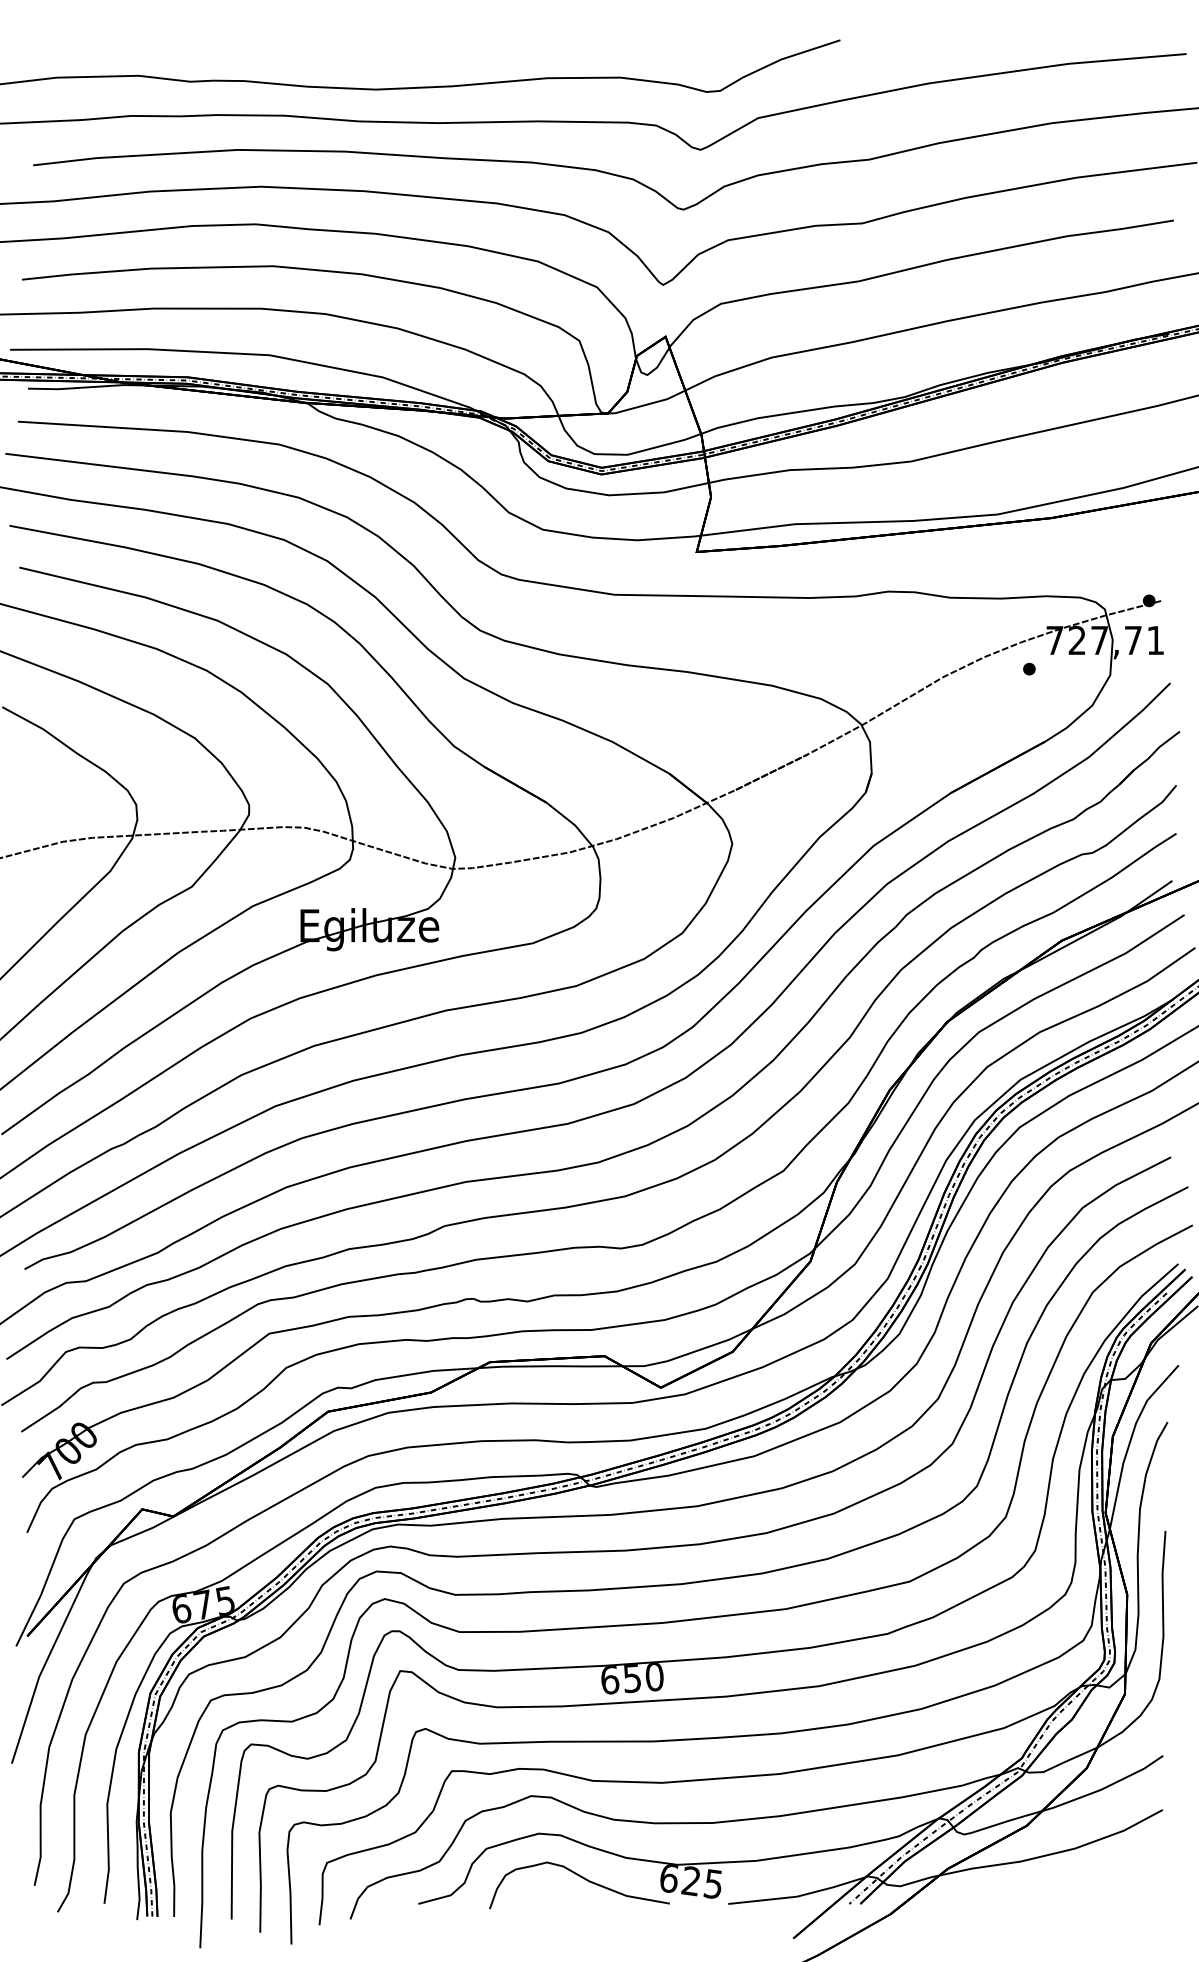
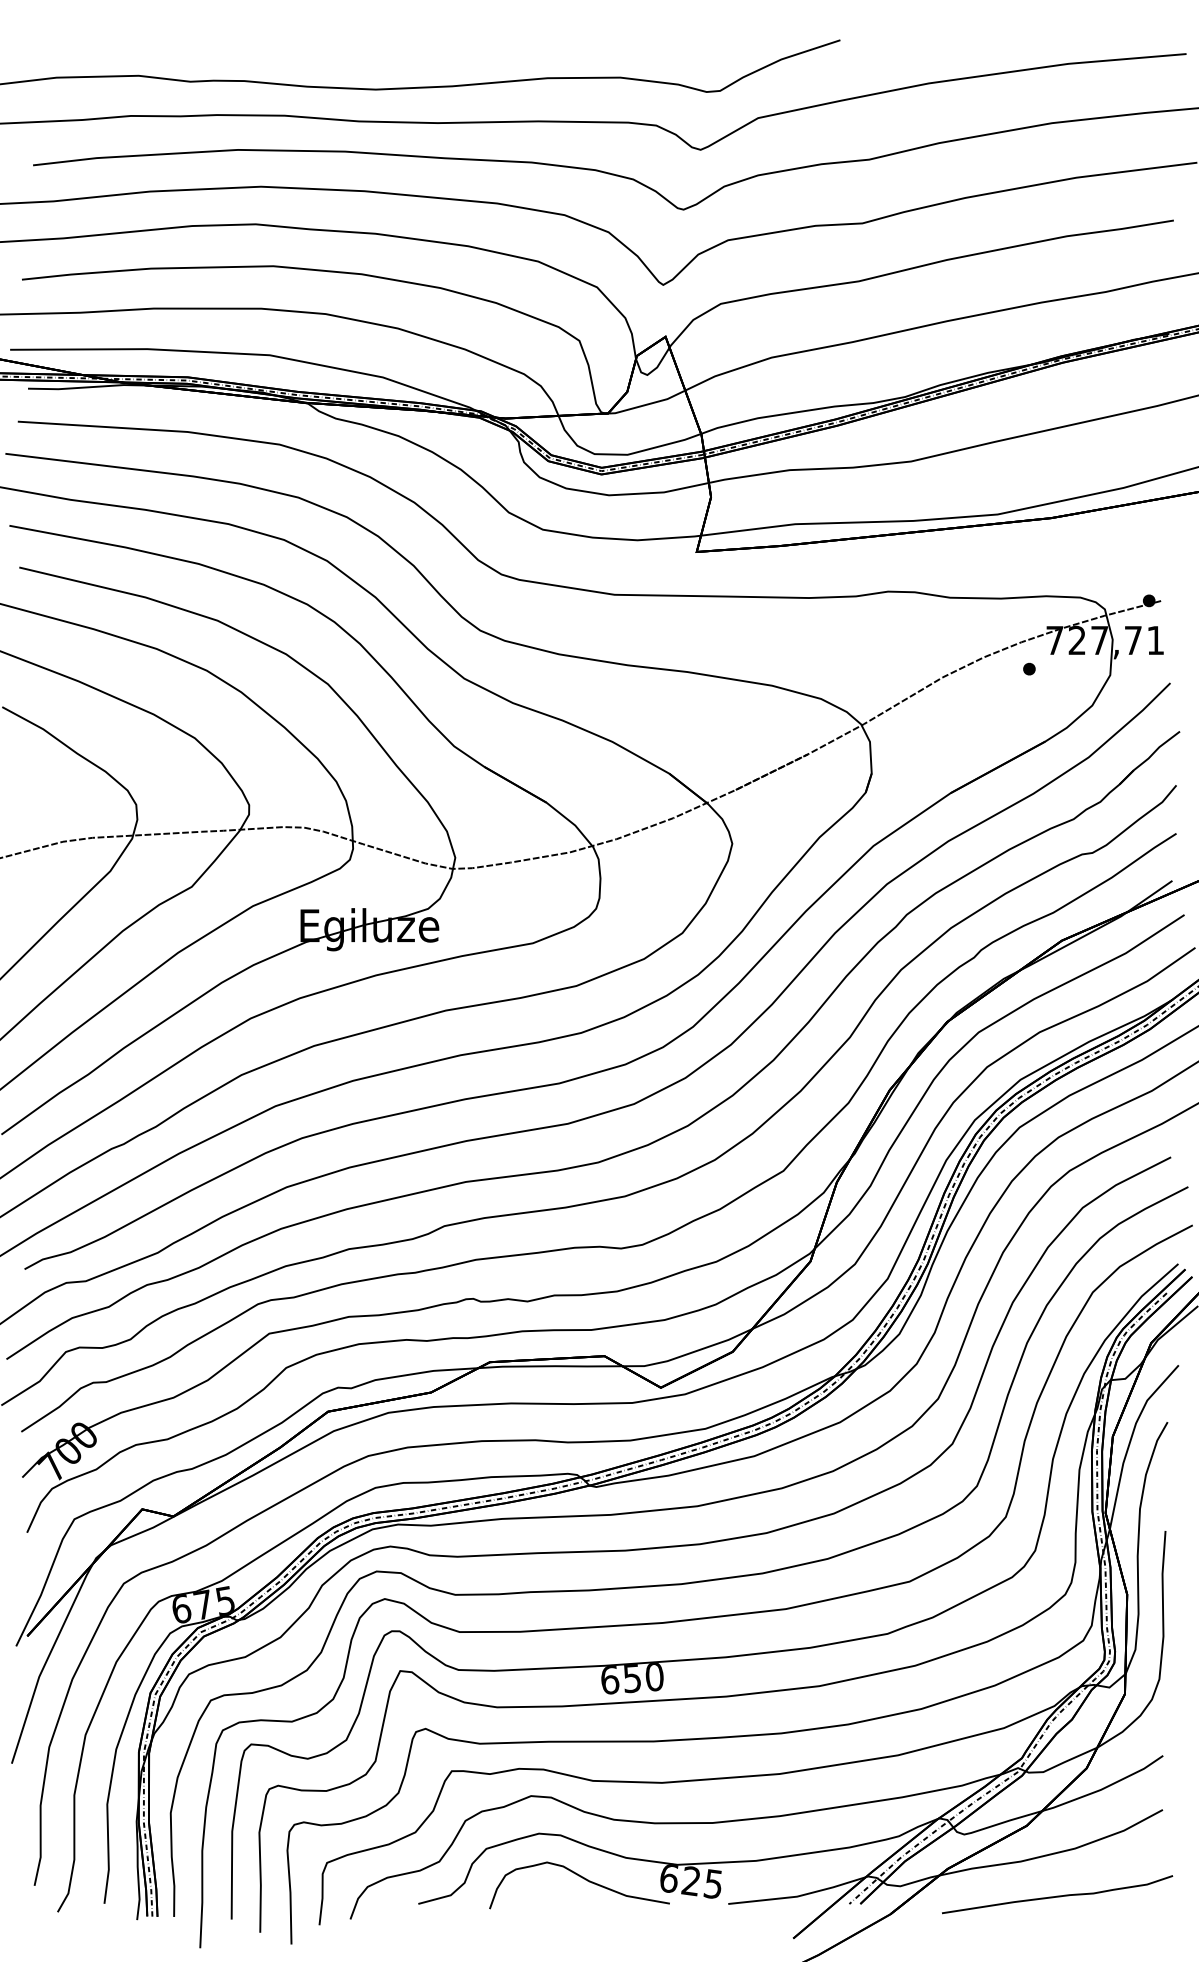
curve at (1057, 1895): none -> present
